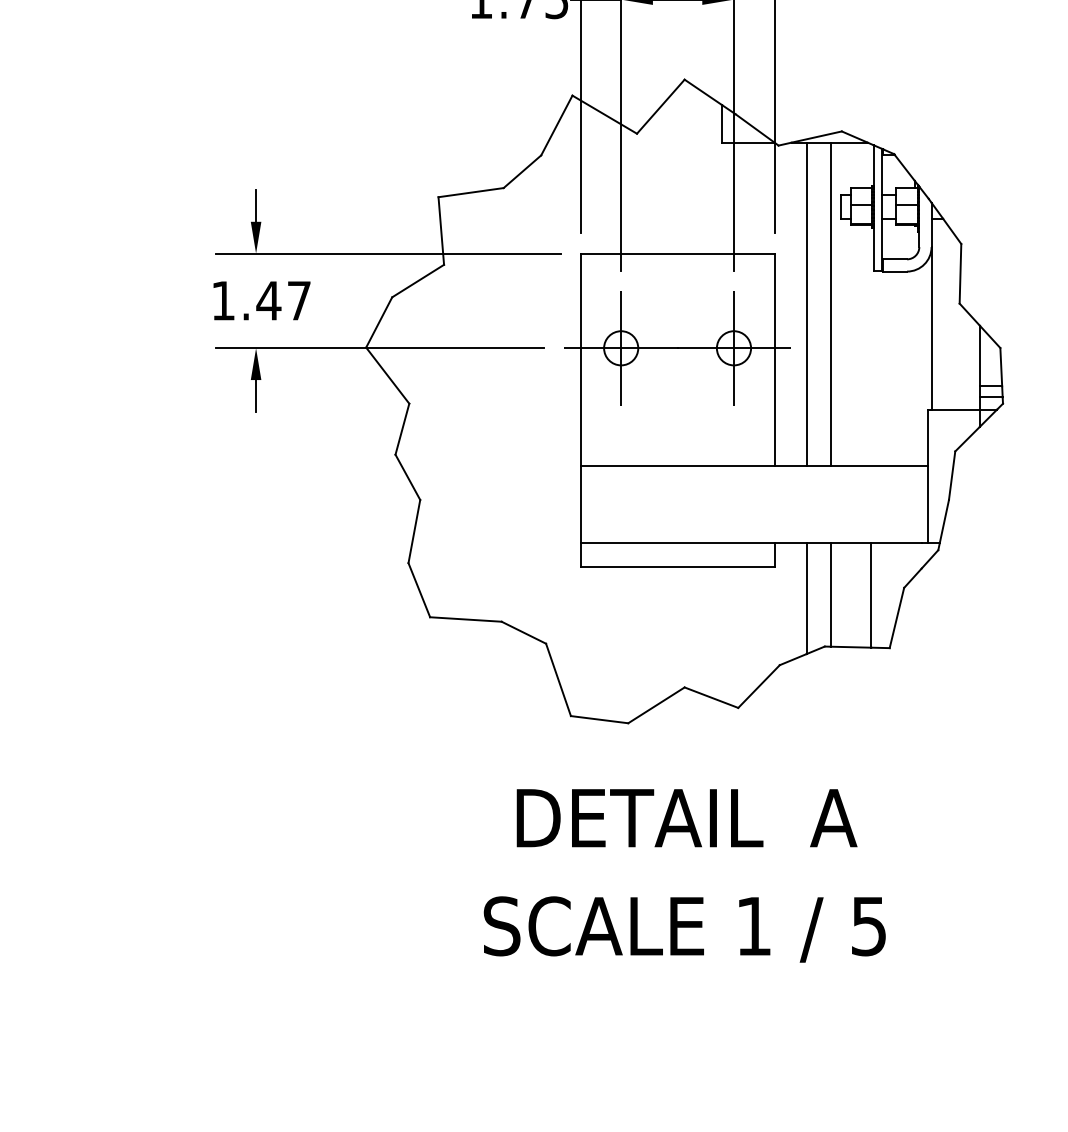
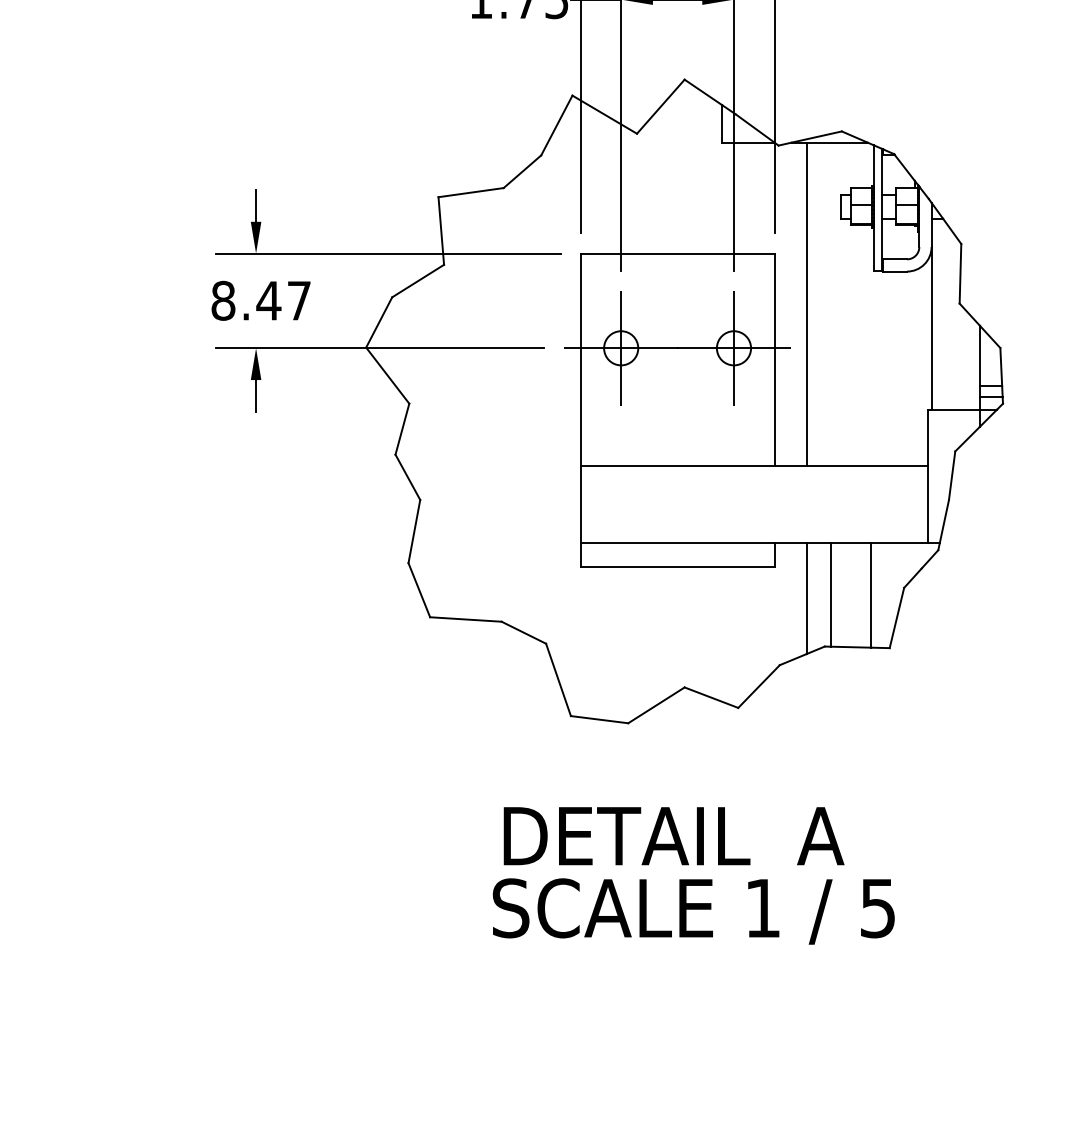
text at (223, 300): 1.47 -> 8.47
line at (830, 303): present -> none
text at (686, 818) position: (686, 818) -> (673, 836)
text at (684, 929) position: (684, 929) -> (693, 911)
